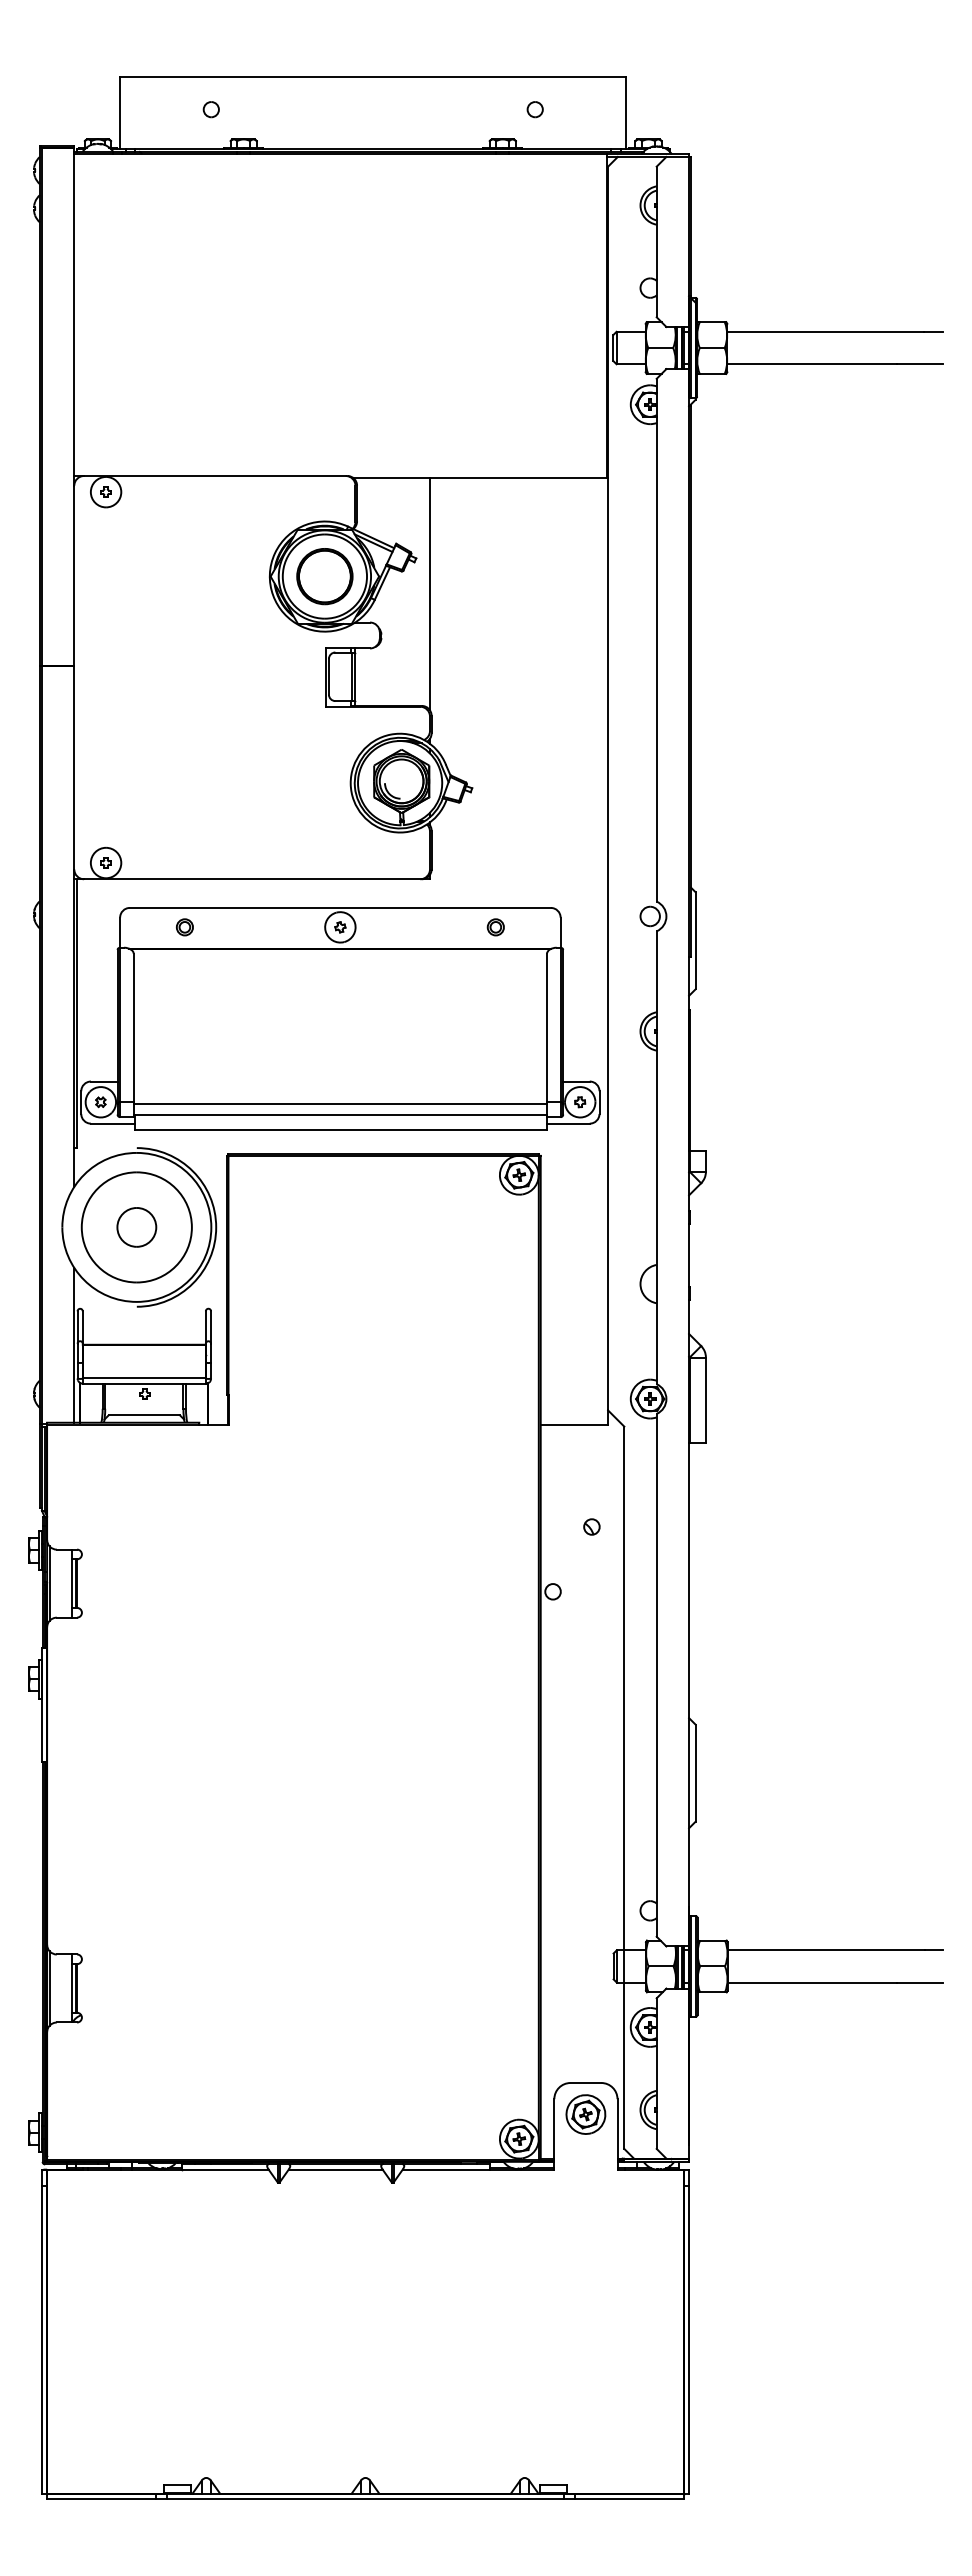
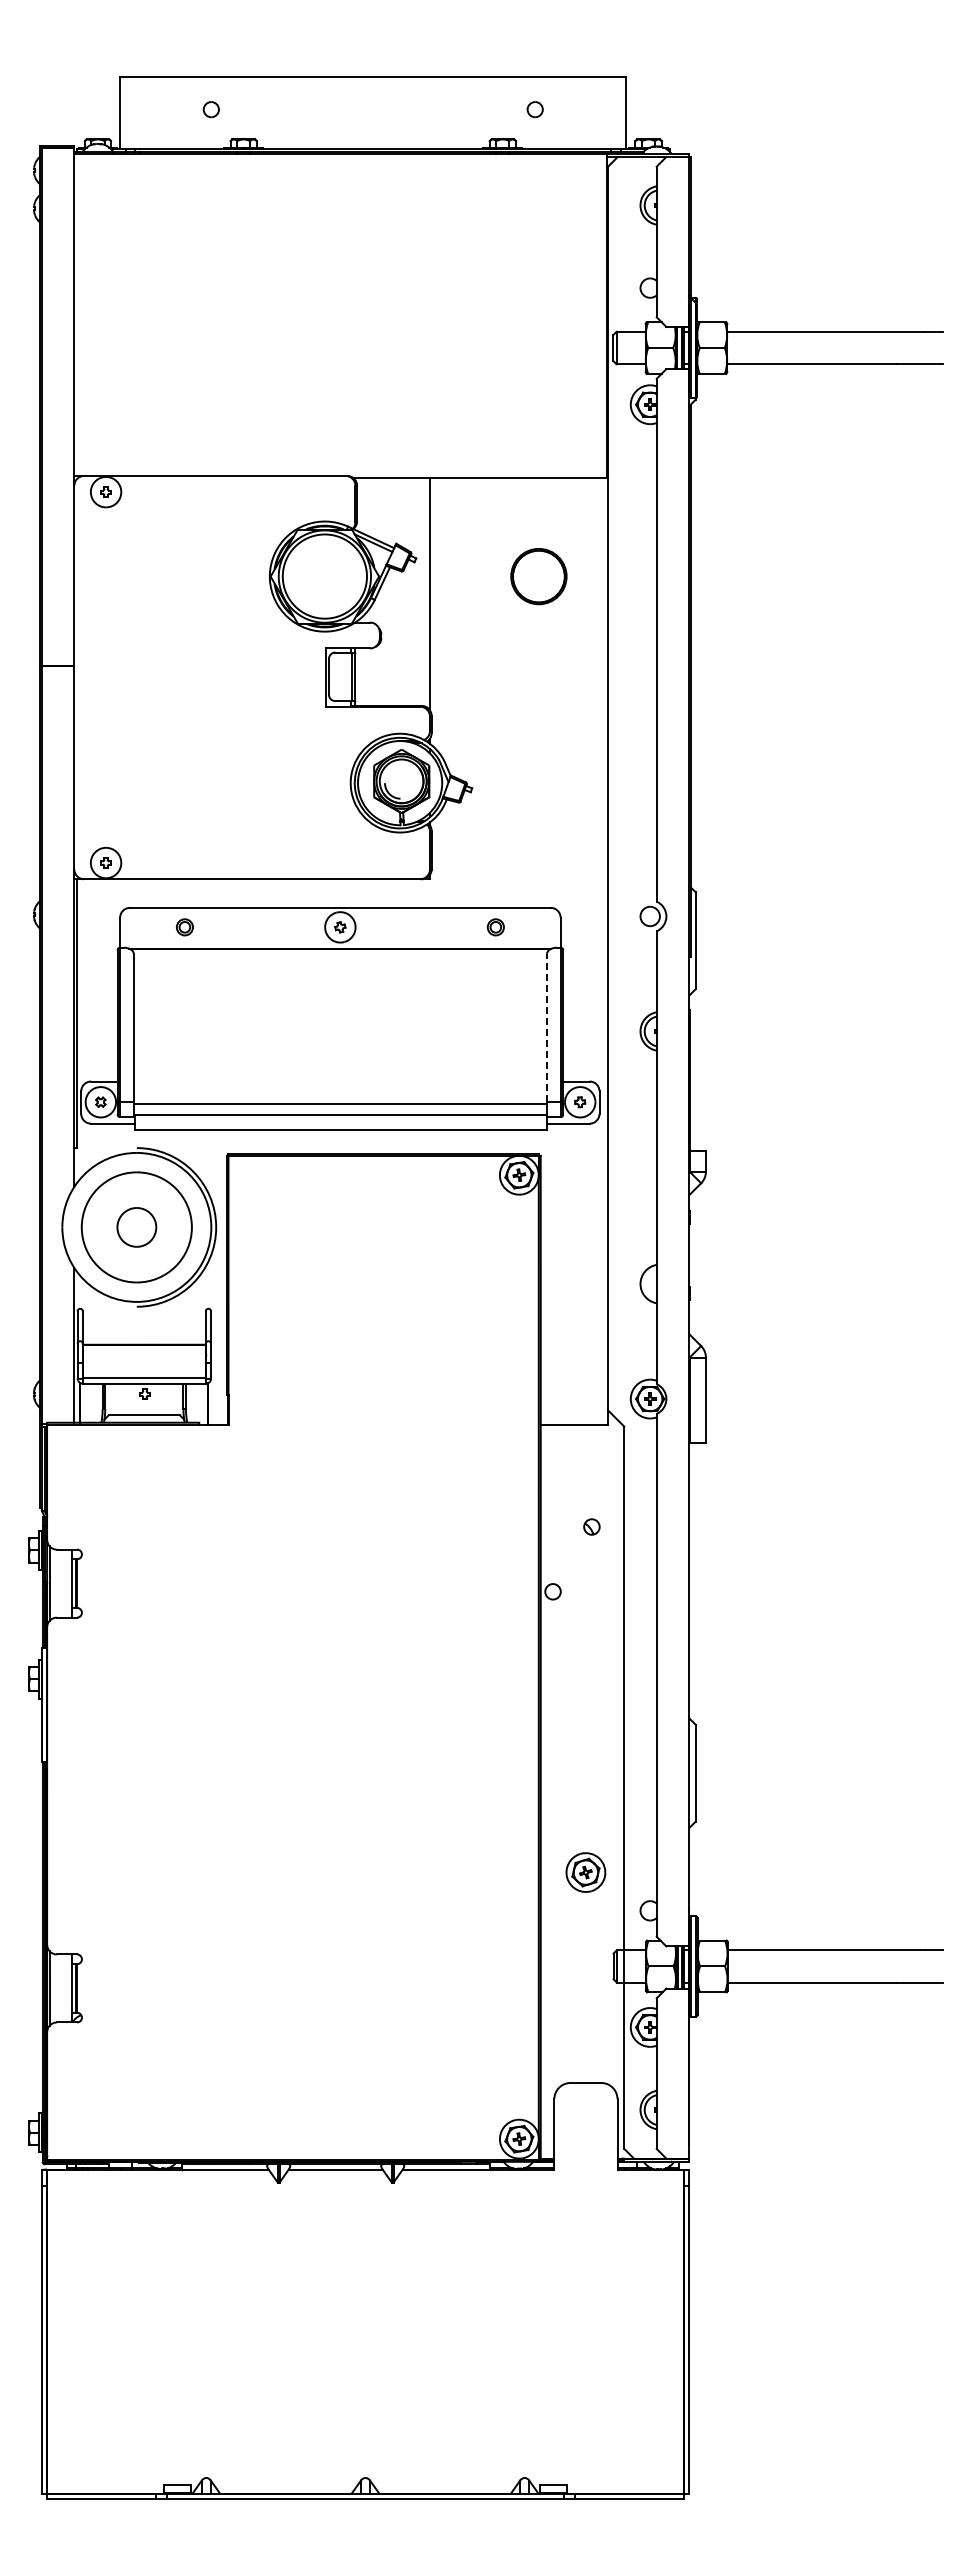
part at (324, 576) position: (324, 576) -> (538, 576)
line at (547, 1027): solid -> dashed
part at (585, 2114) position: (585, 2114) -> (585, 1872)
